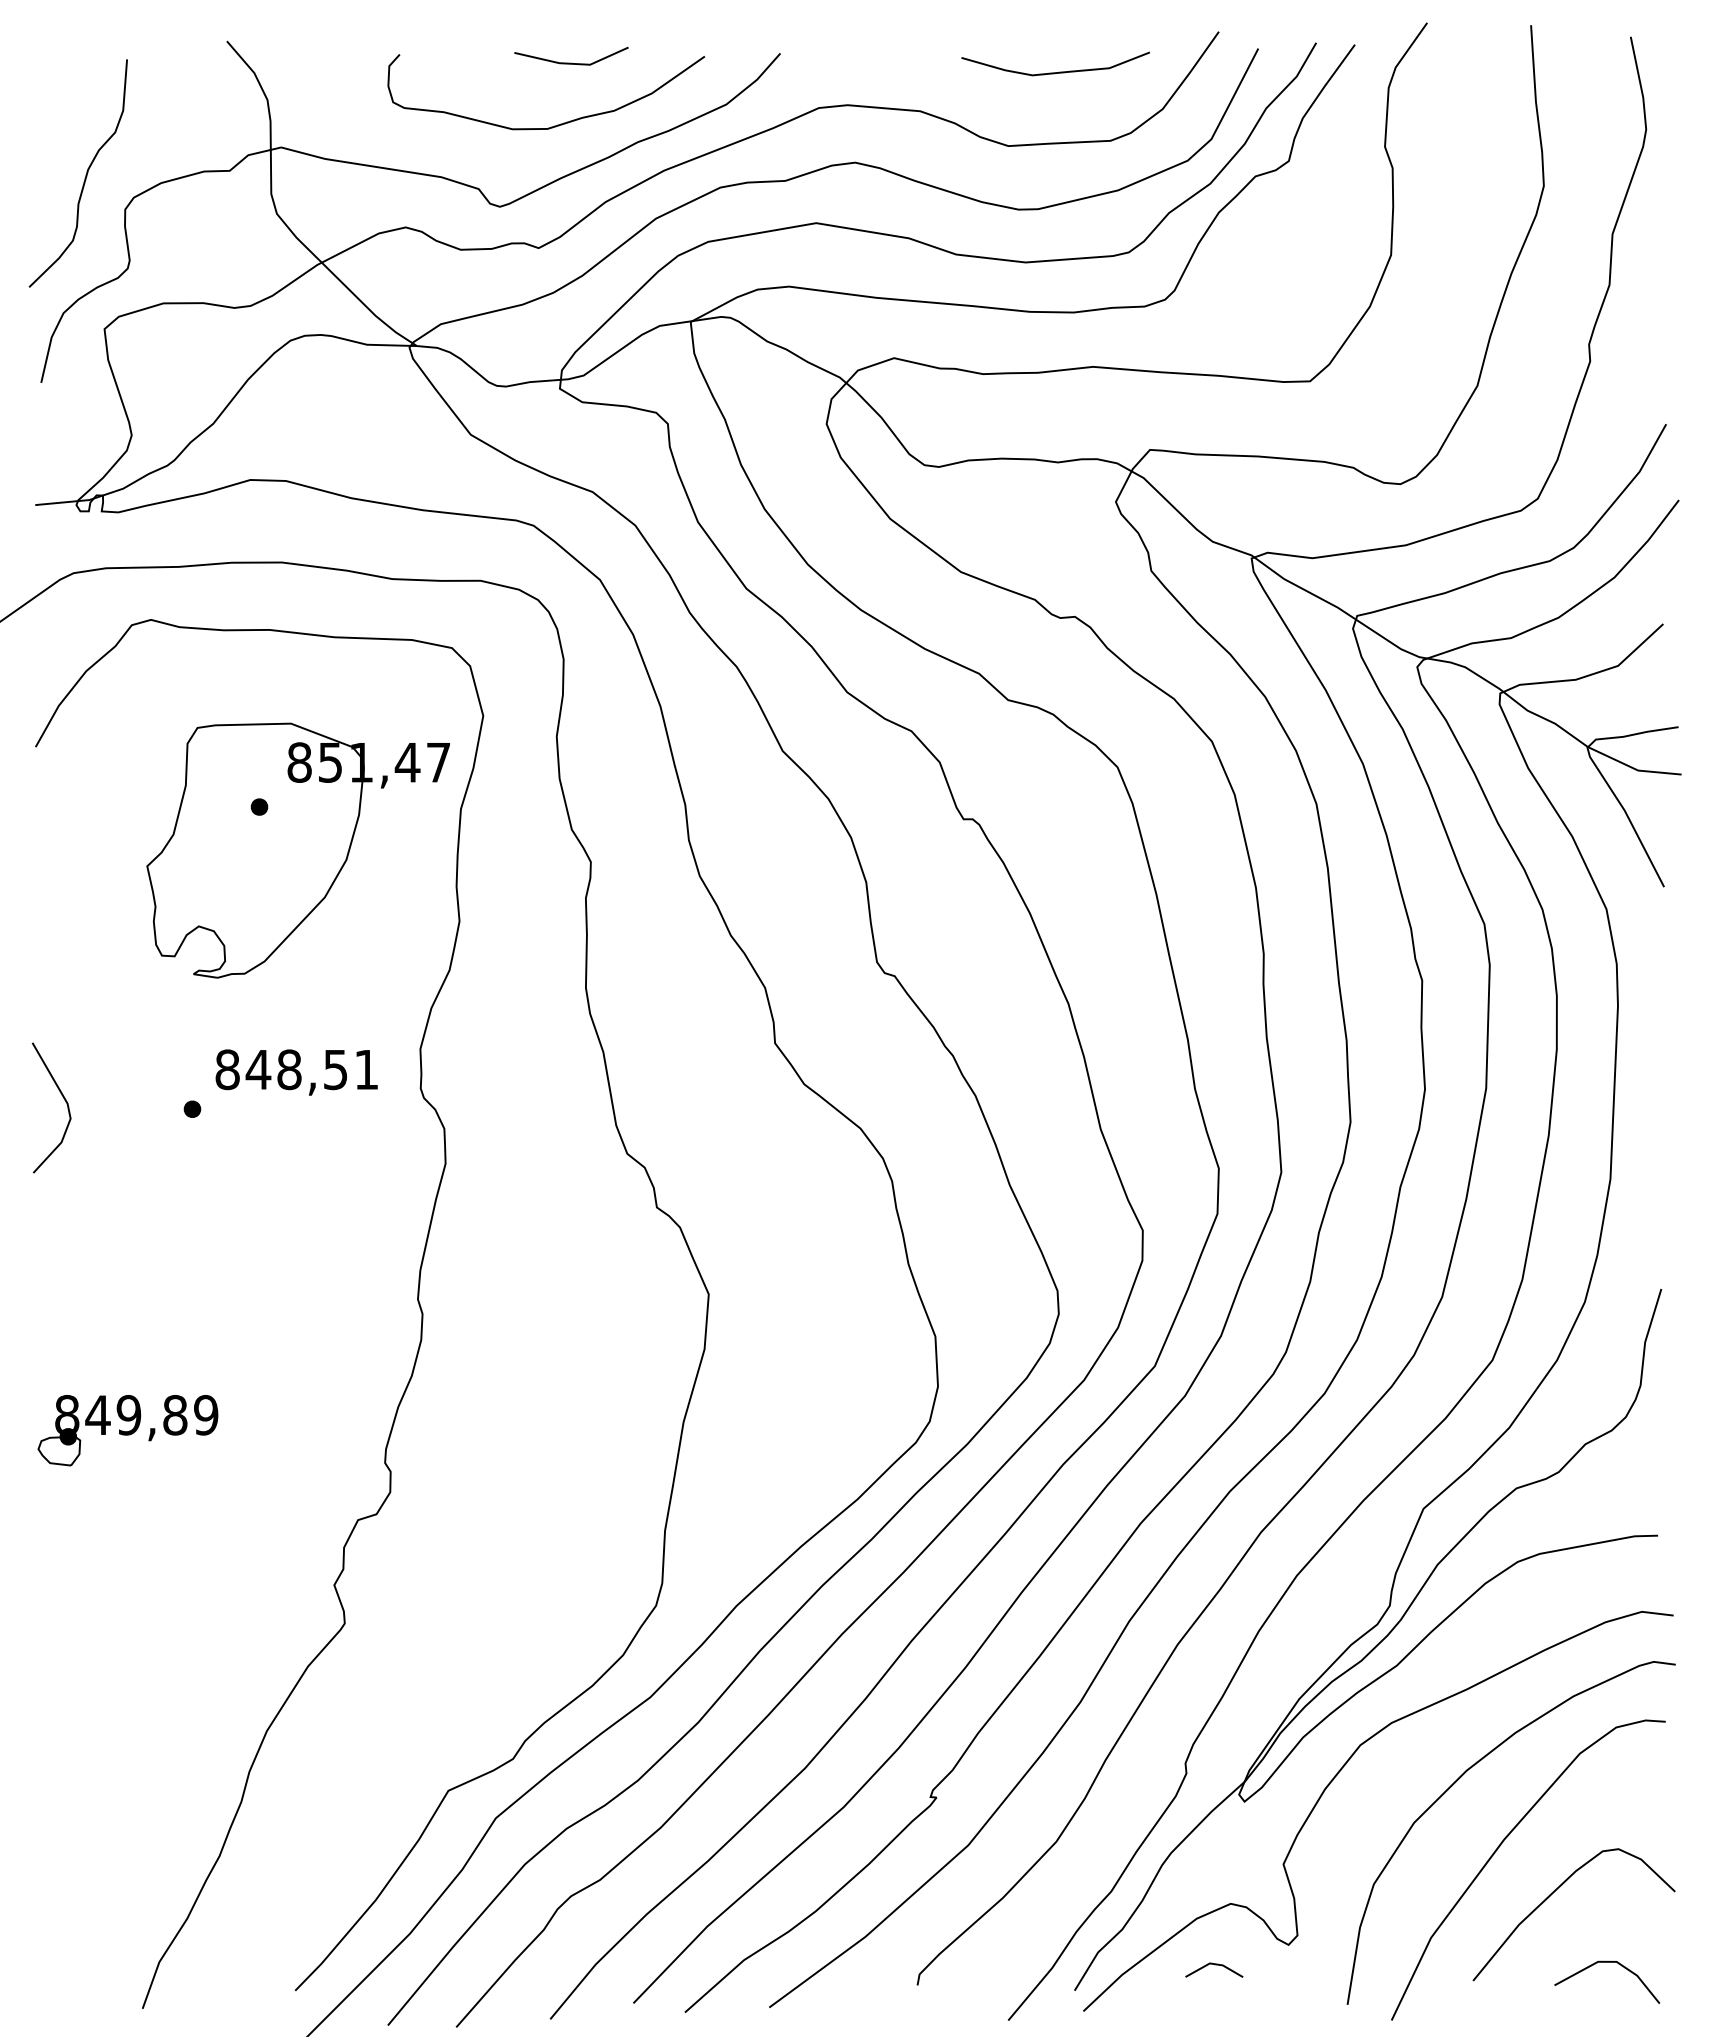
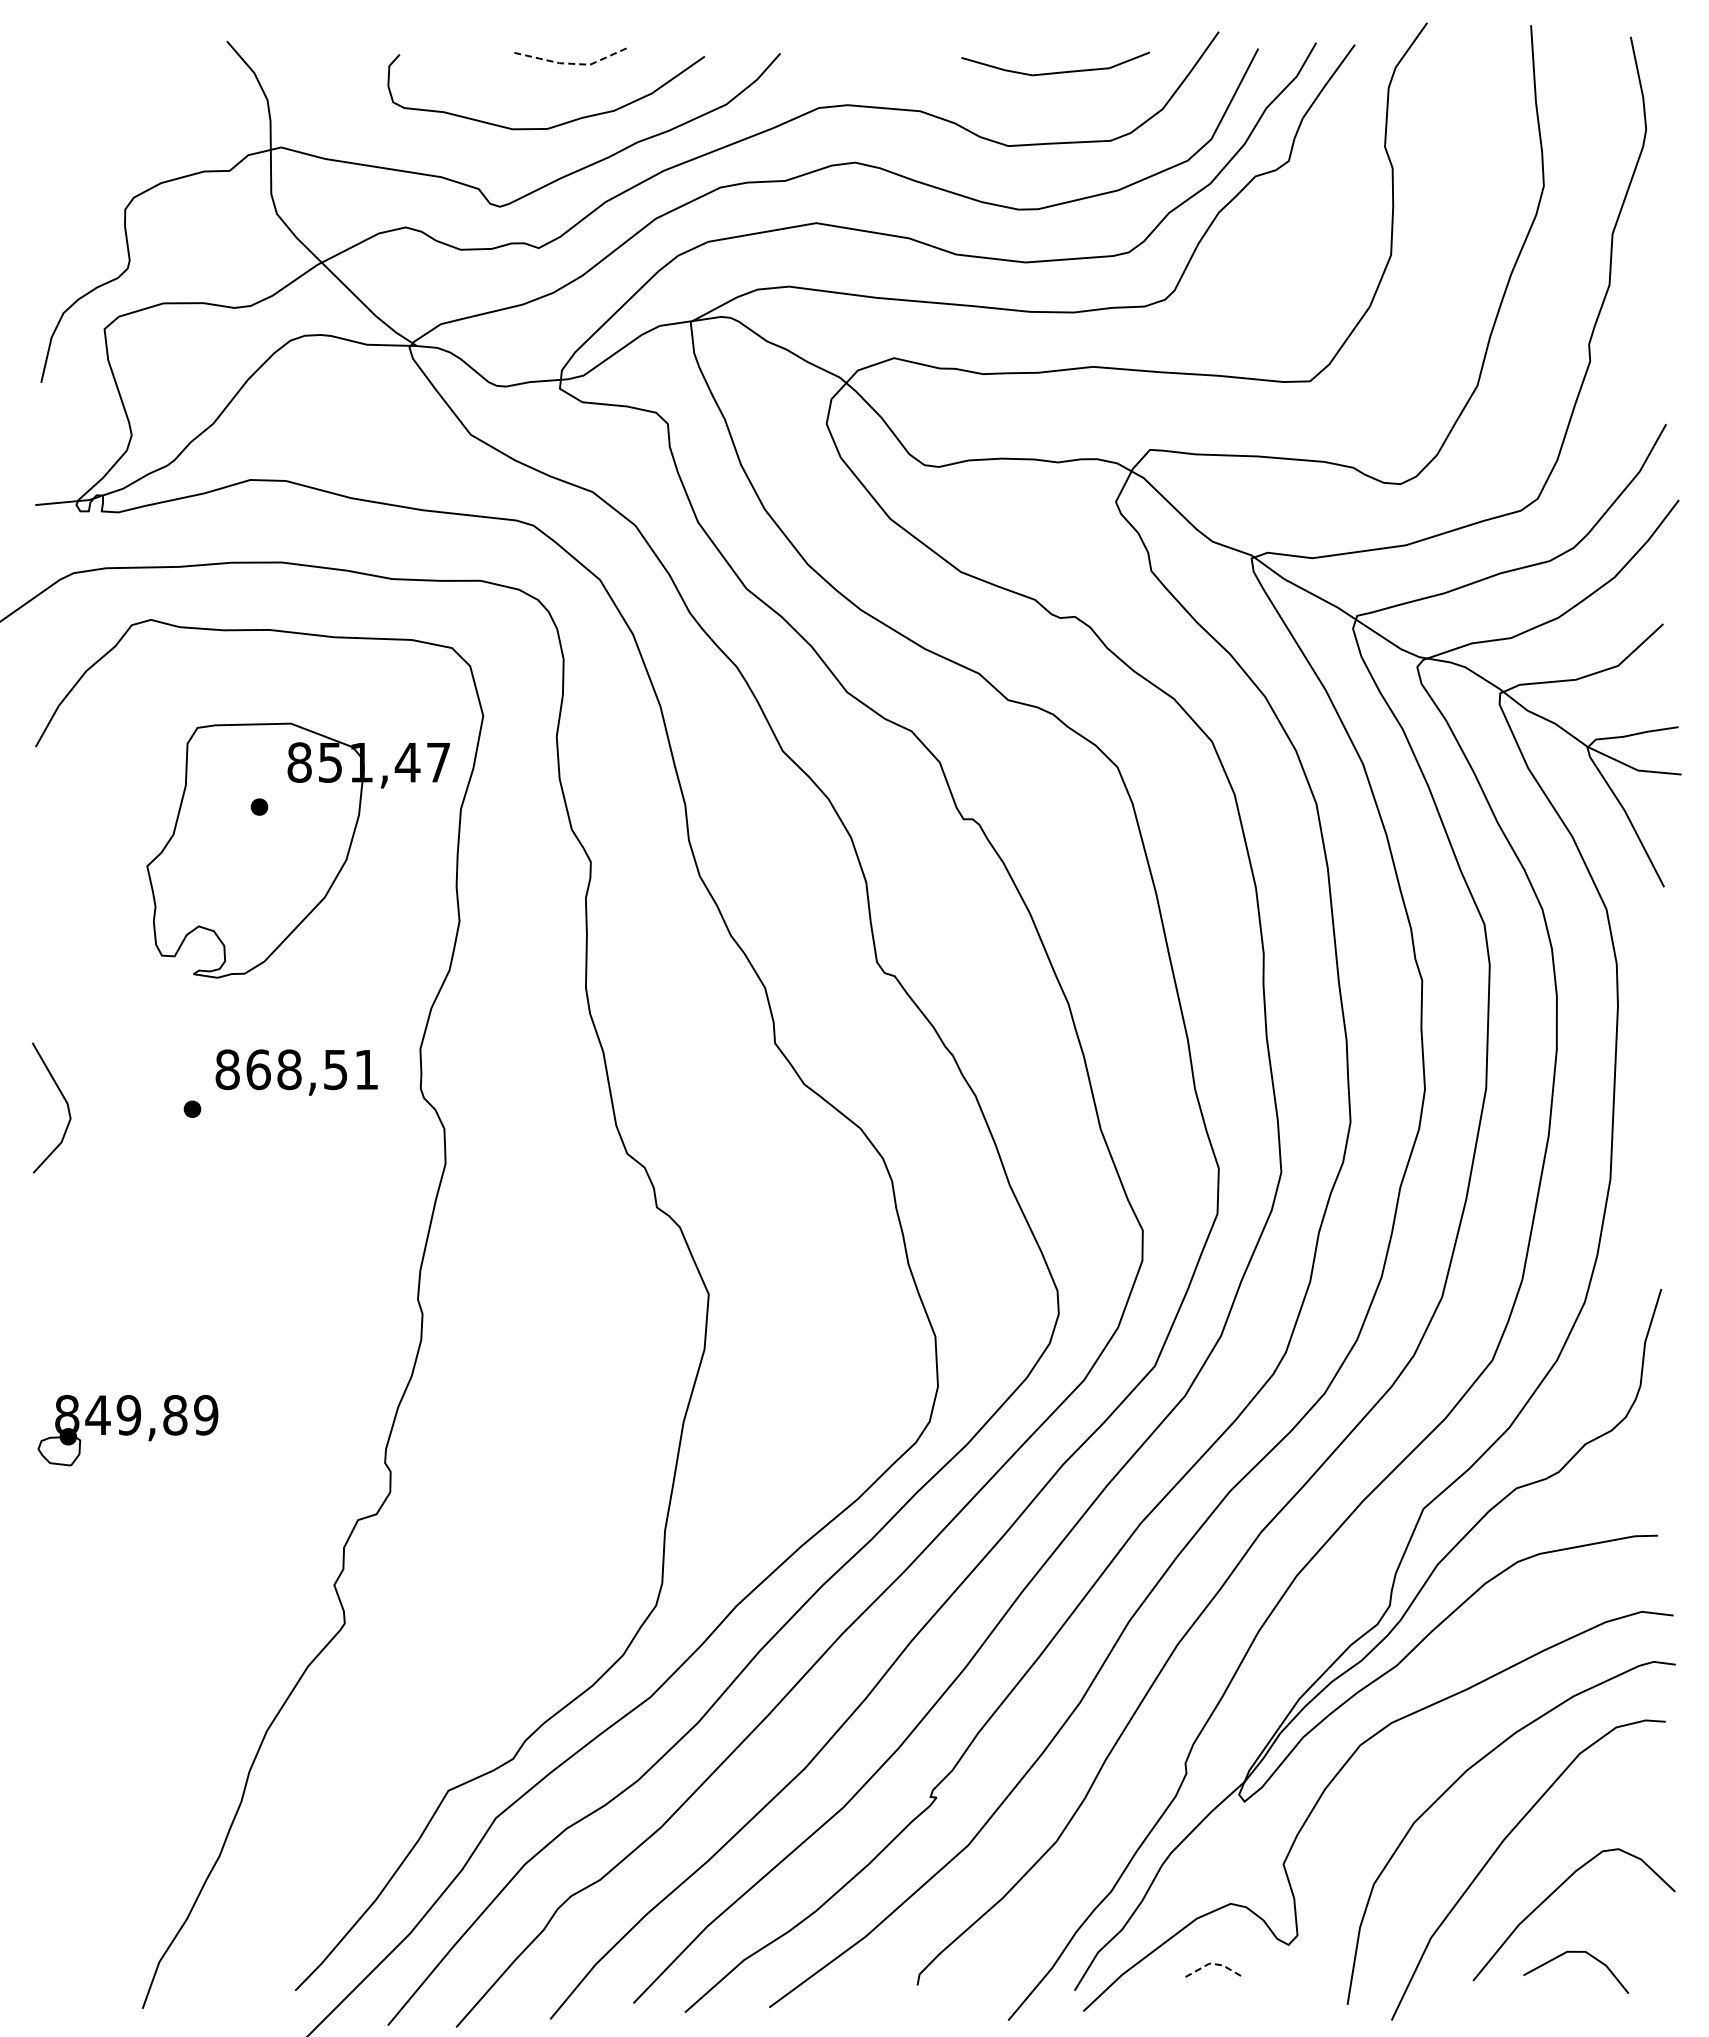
line at (573, 63): solid -> dashed
curve at (85, 174): present -> none
text at (258, 1069): 848,51 -> 868,51
line at (1606, 1962) position: (1606, 1962) -> (1575, 1952)
line at (1214, 1964): solid -> dashed
